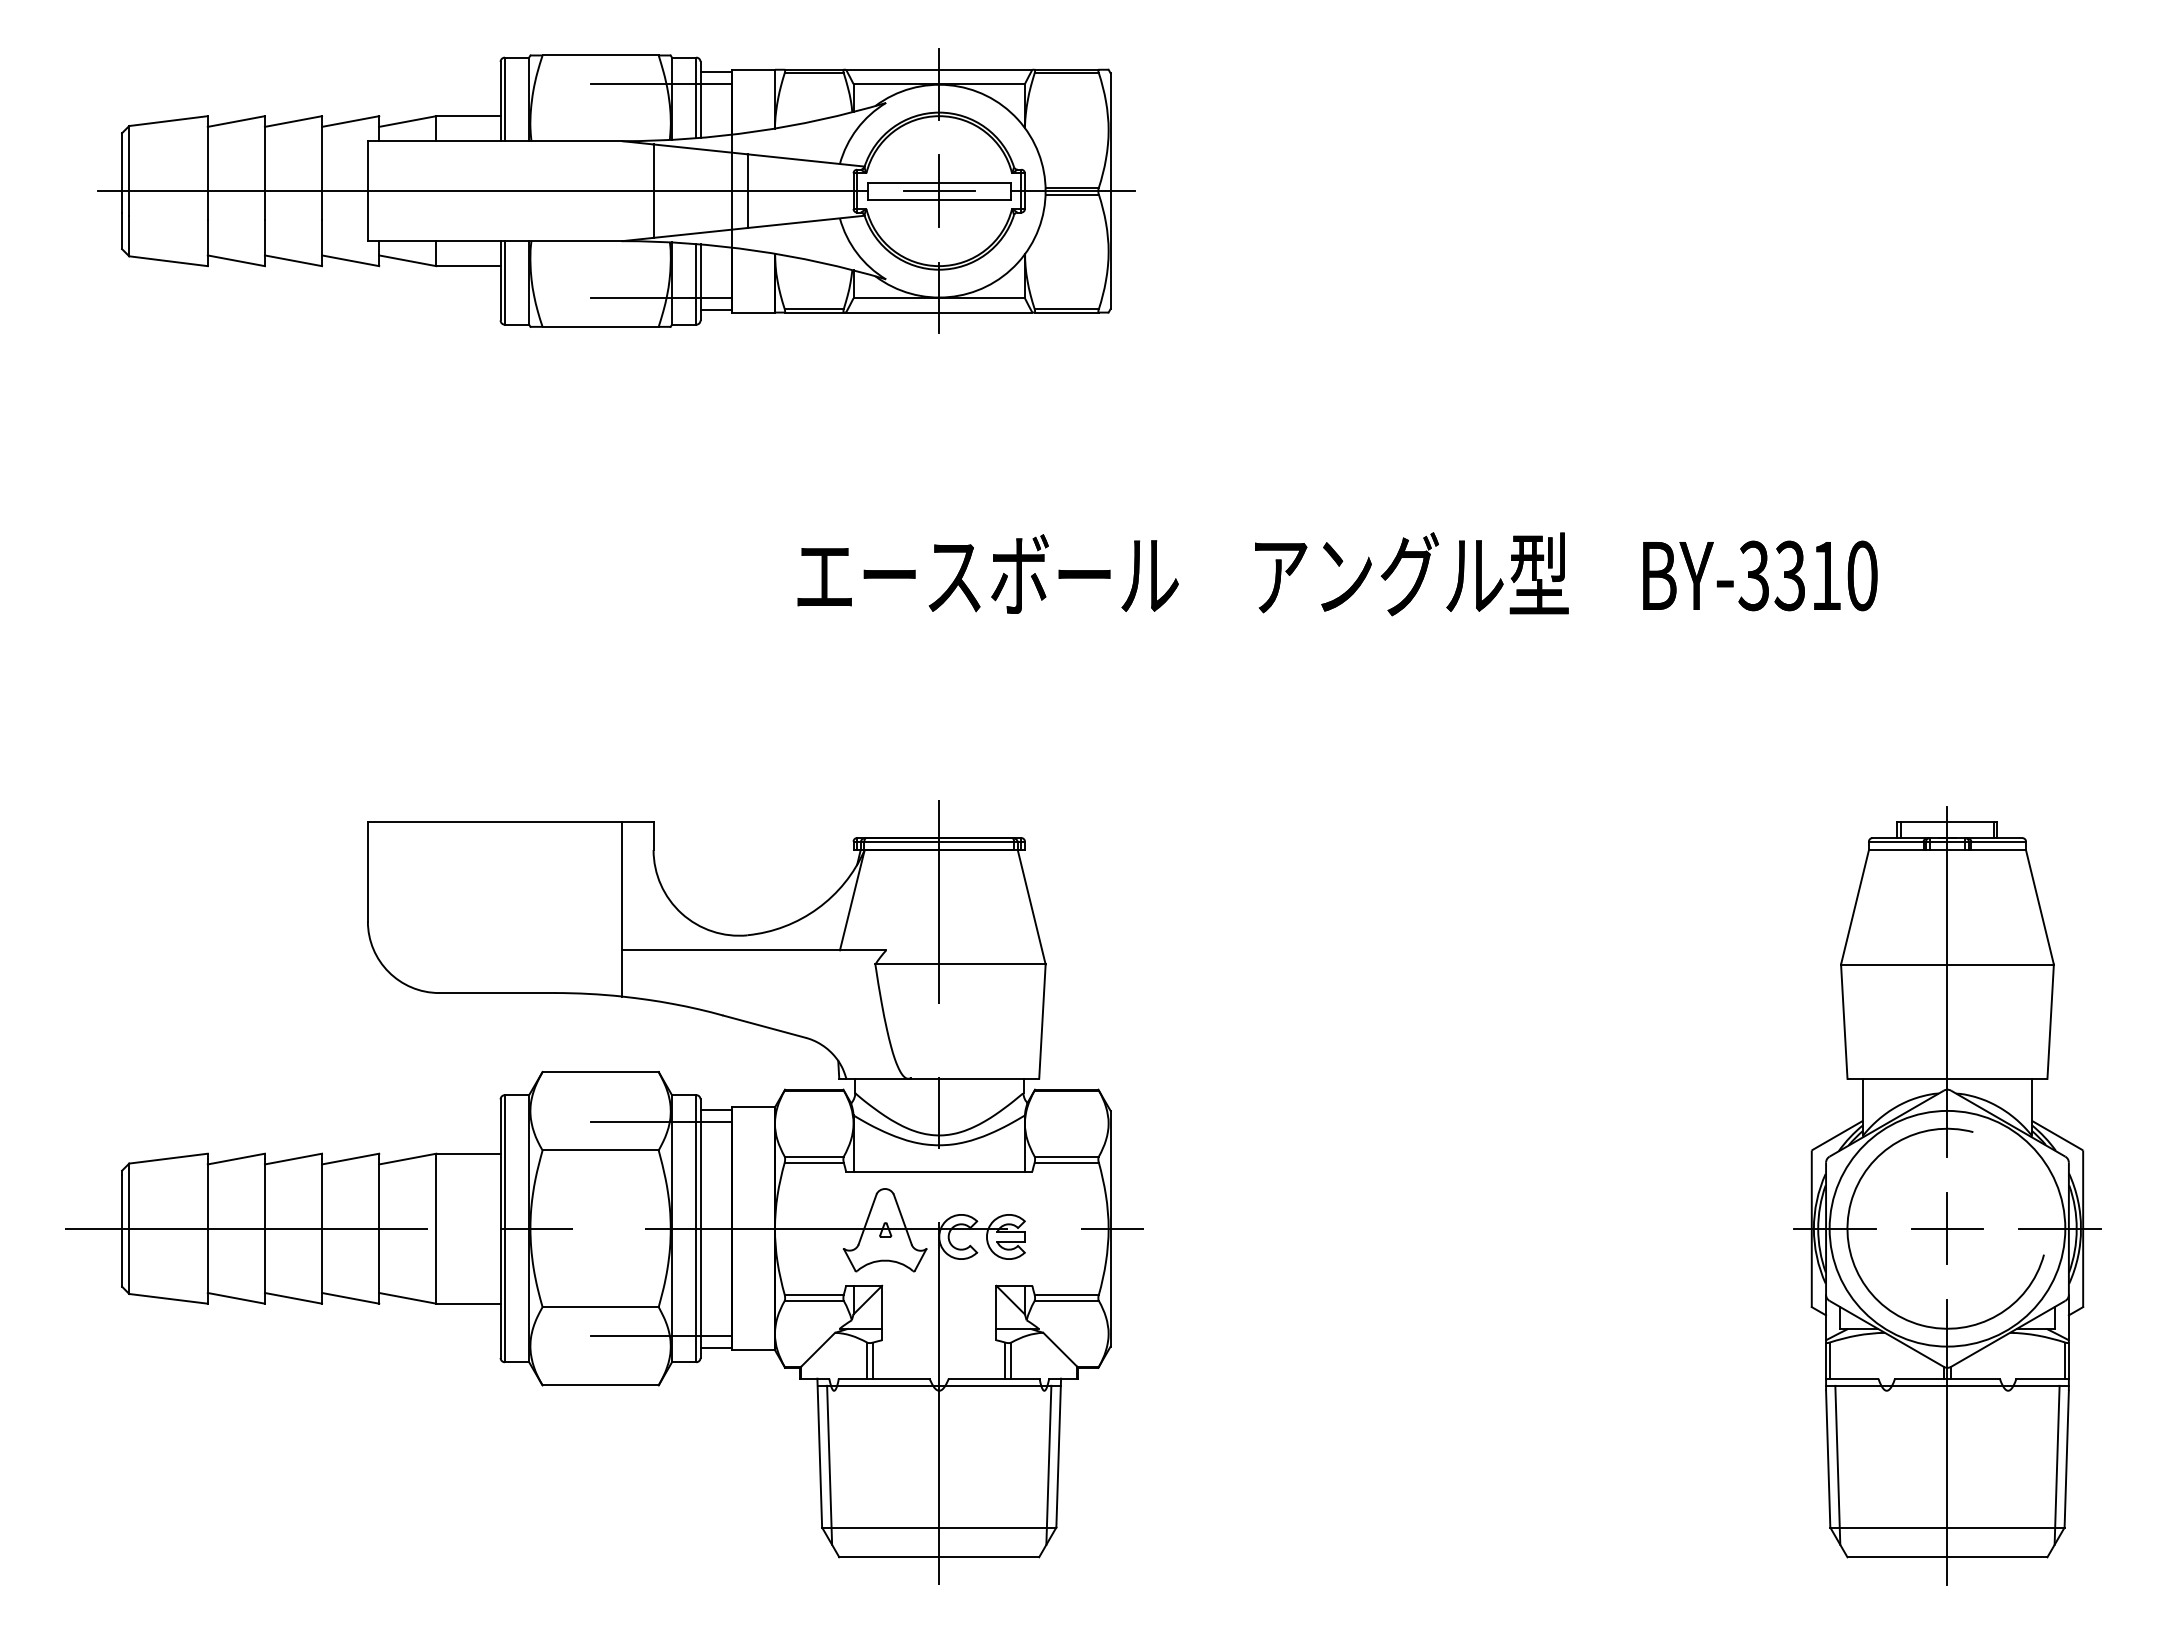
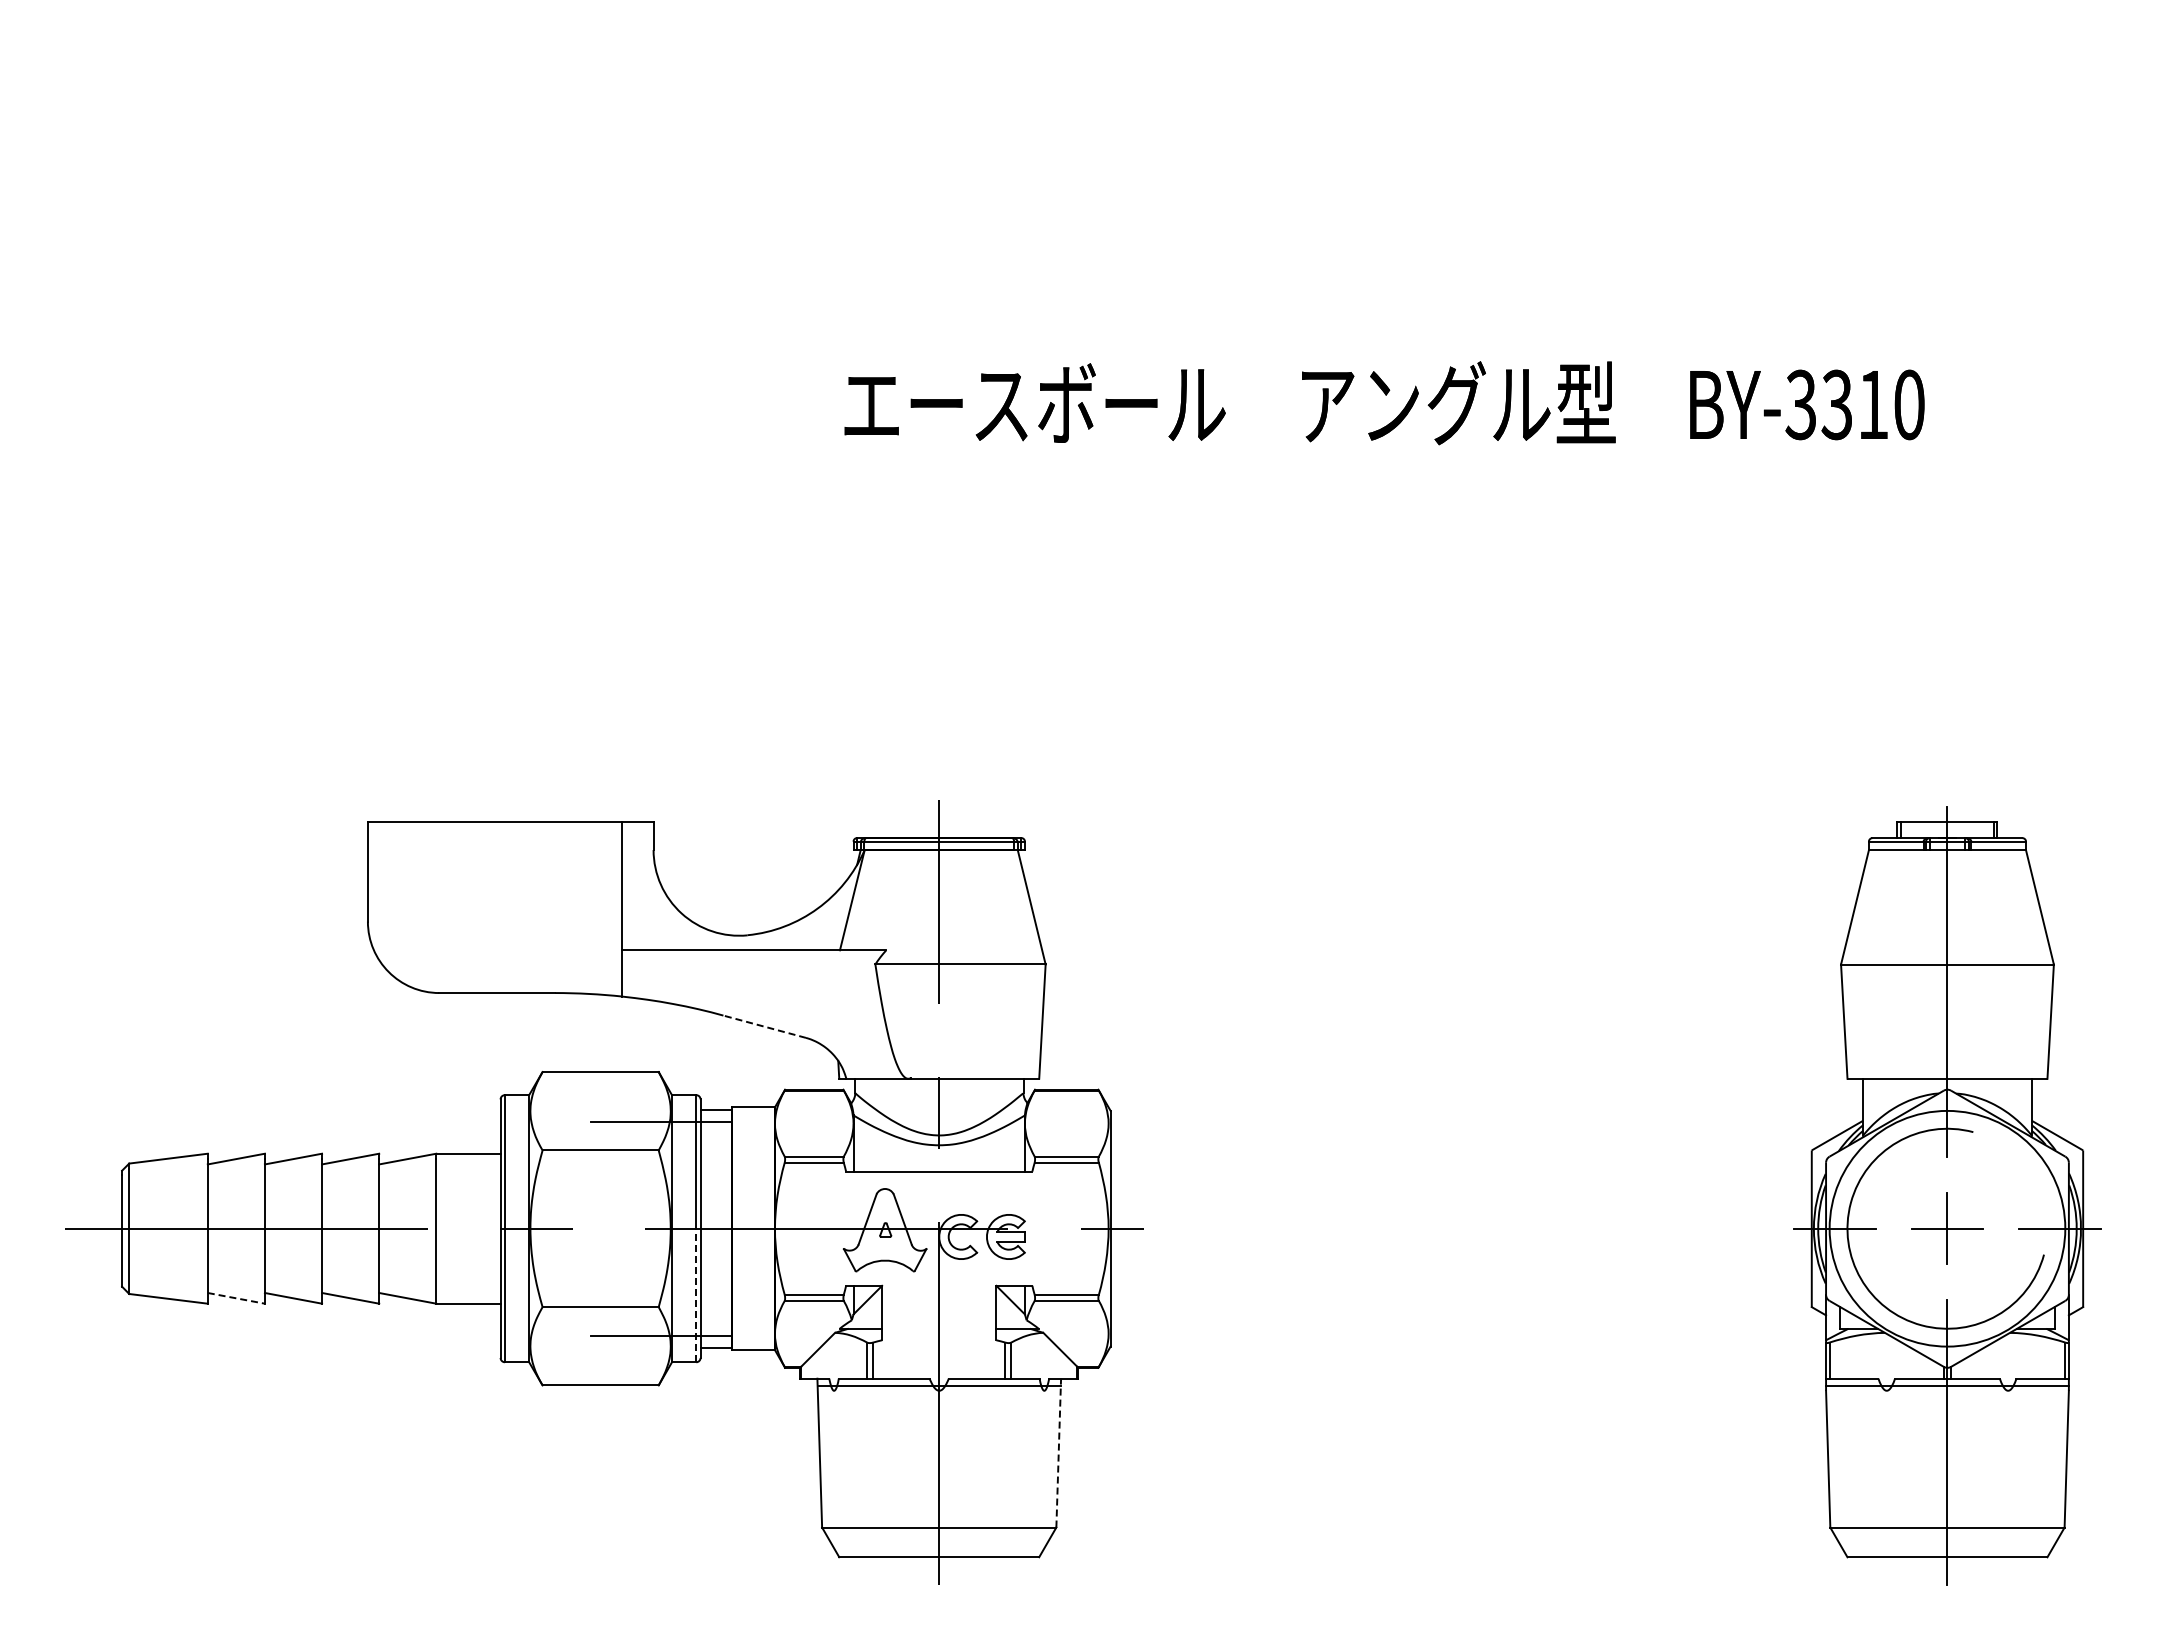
part at (616, 190): present -> none
text at (1337, 574) position: (1337, 574) -> (1384, 403)
line at (764, 1026): solid -> dashed
line at (696, 1295): solid -> dashed
line at (236, 1298): solid -> dashed
line at (1058, 1452): solid -> dashed
line at (829, 1464): present -> none
line at (1048, 1464): present -> none
line at (1837, 1464): present -> none
line at (2056, 1464): present -> none
